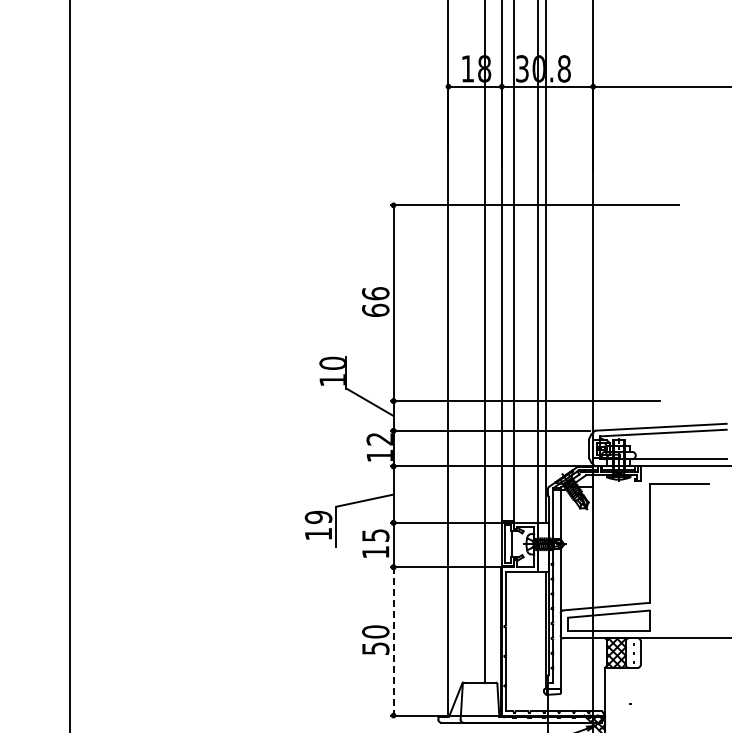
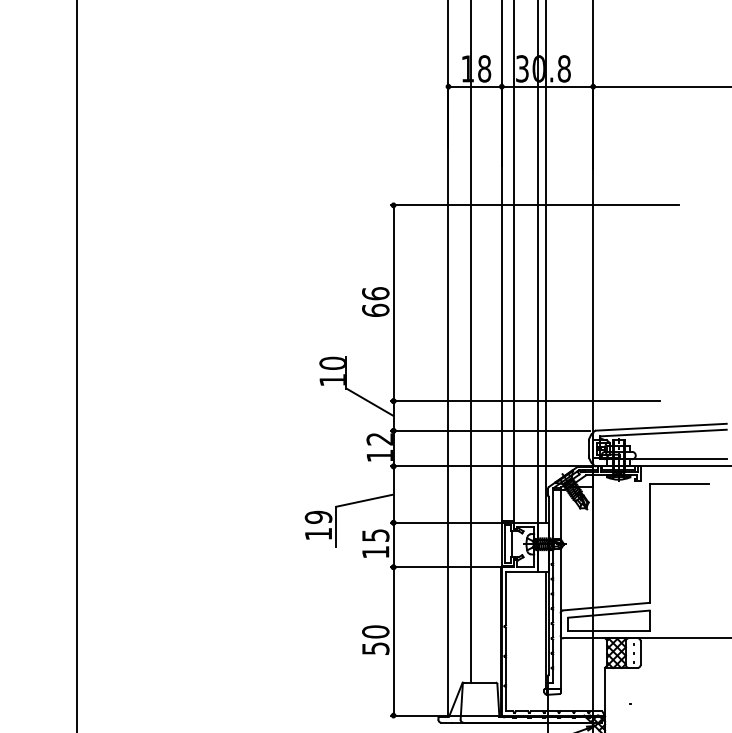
line at (484, 342) position: (484, 342) -> (470, 342)
line at (70, 365) position: (70, 365) -> (77, 365)
line at (393, 641): dashed -> solid
